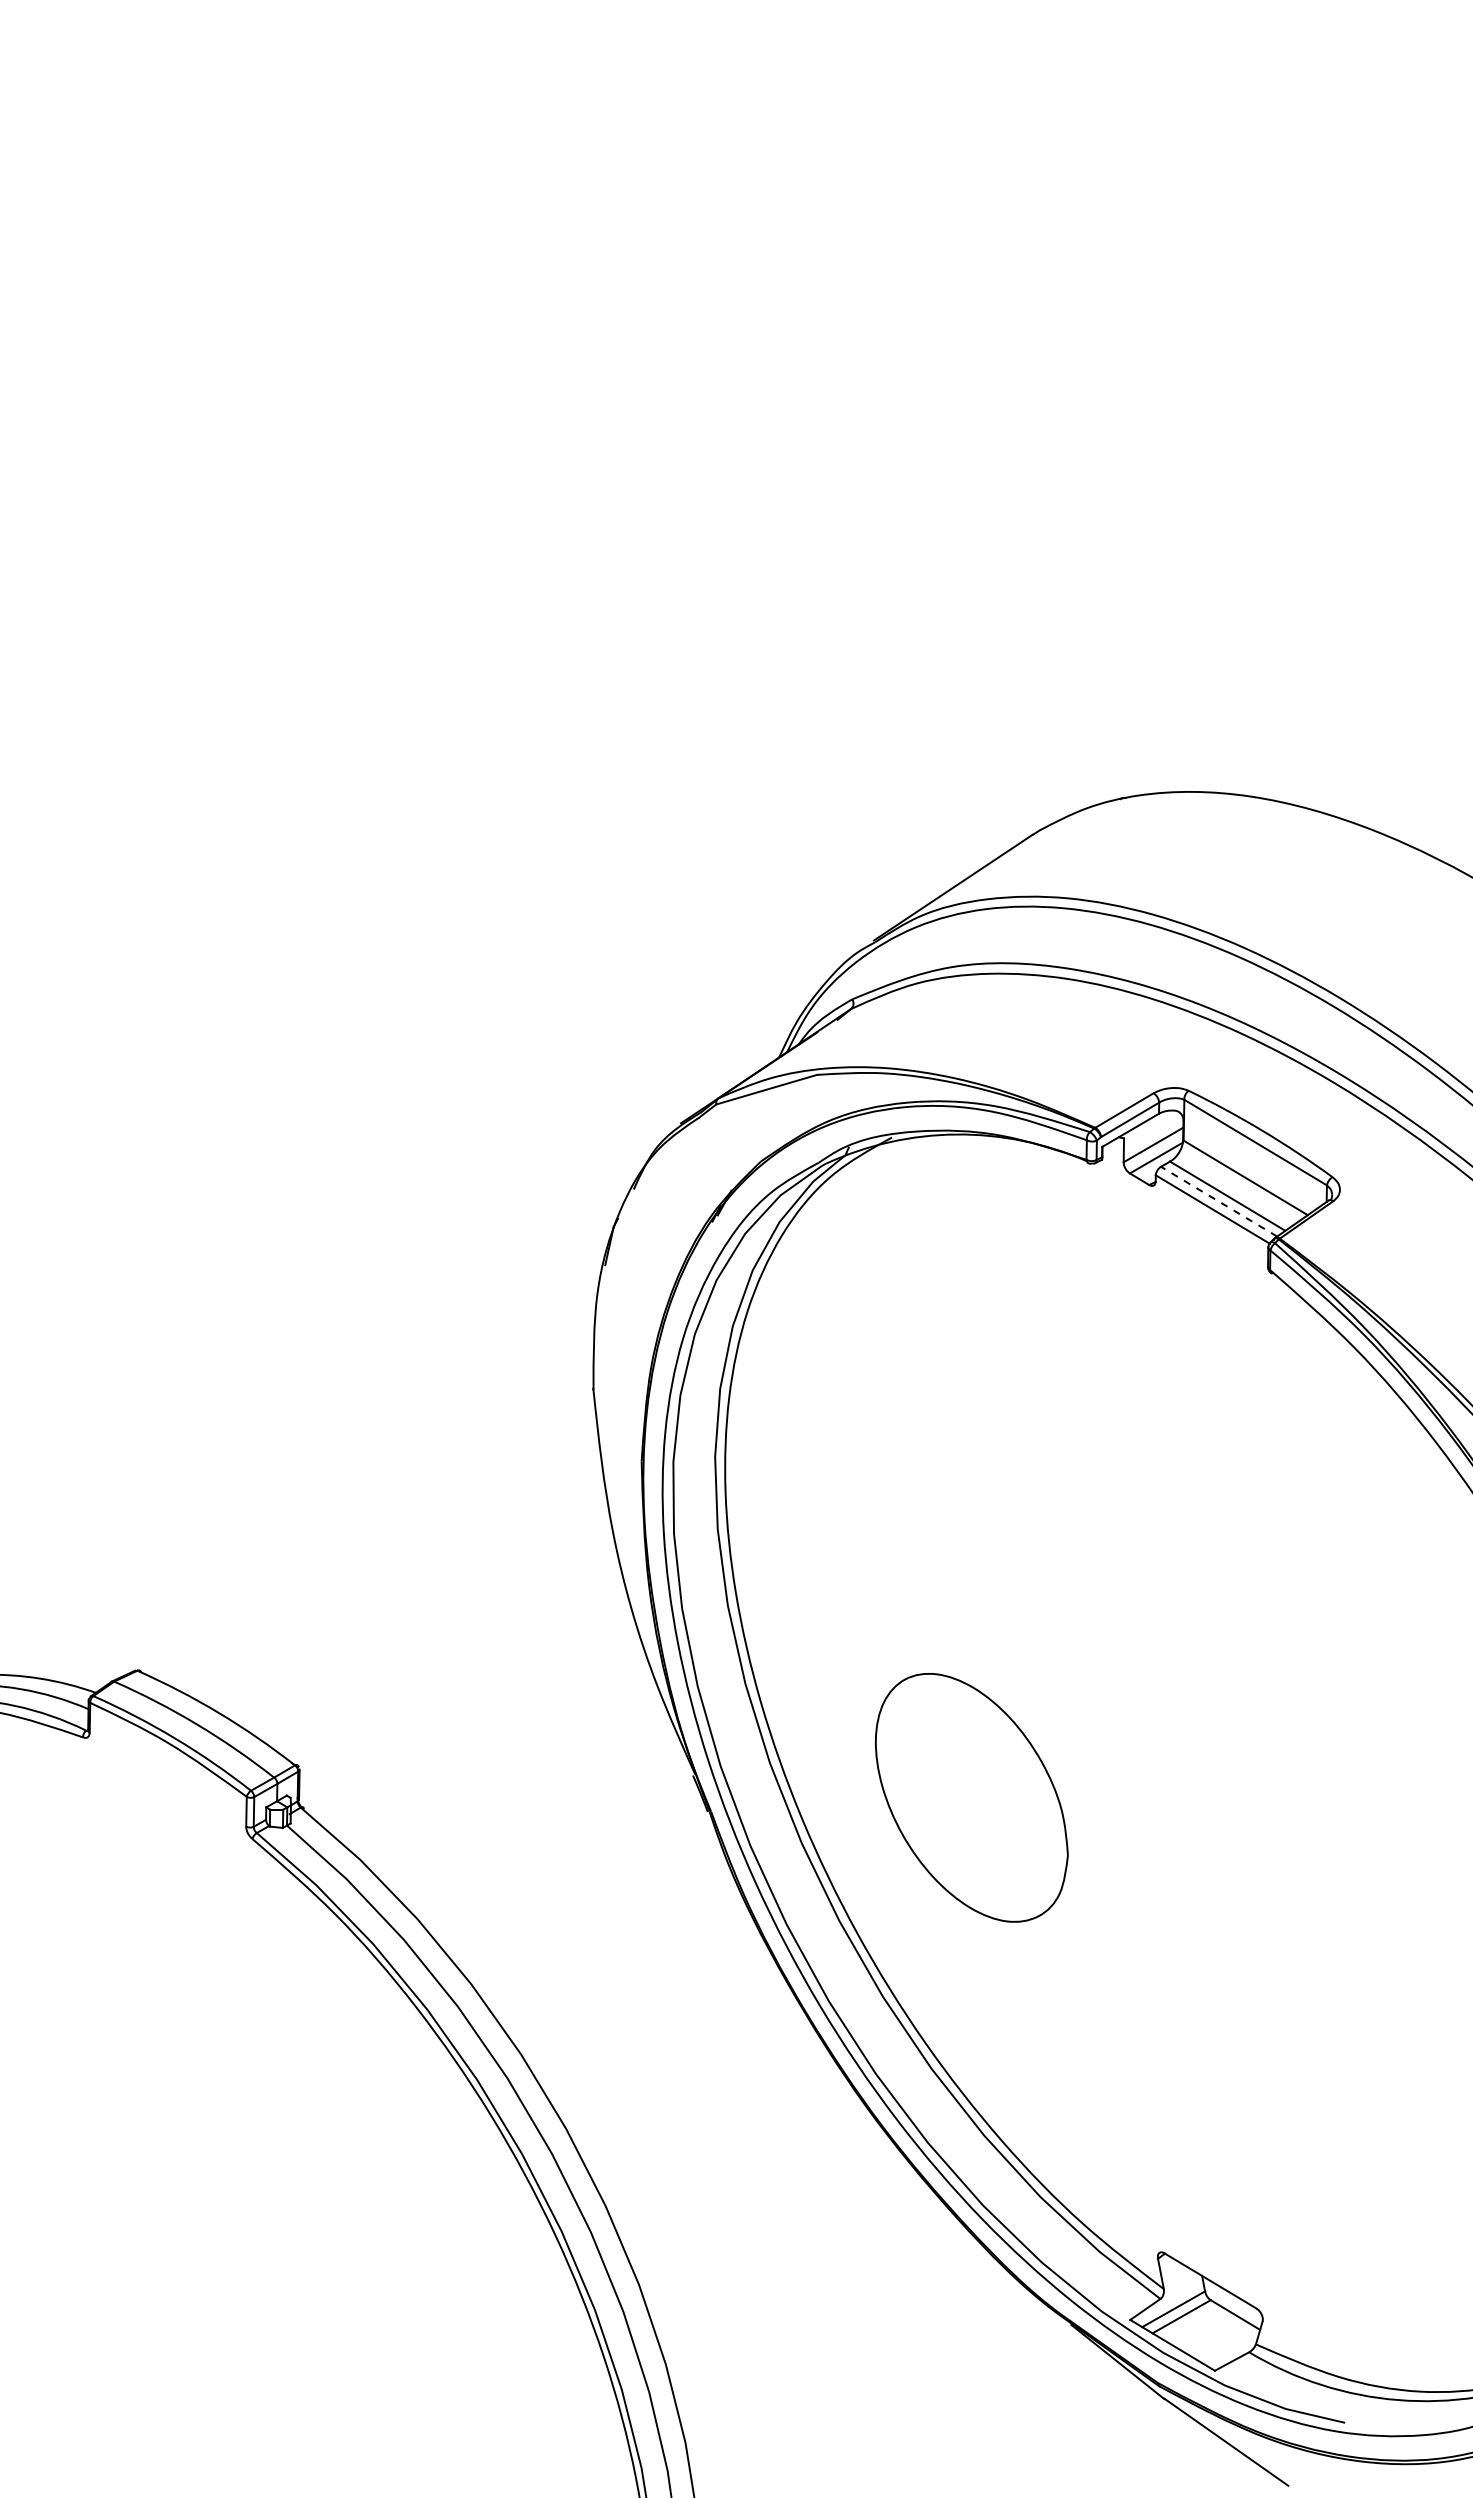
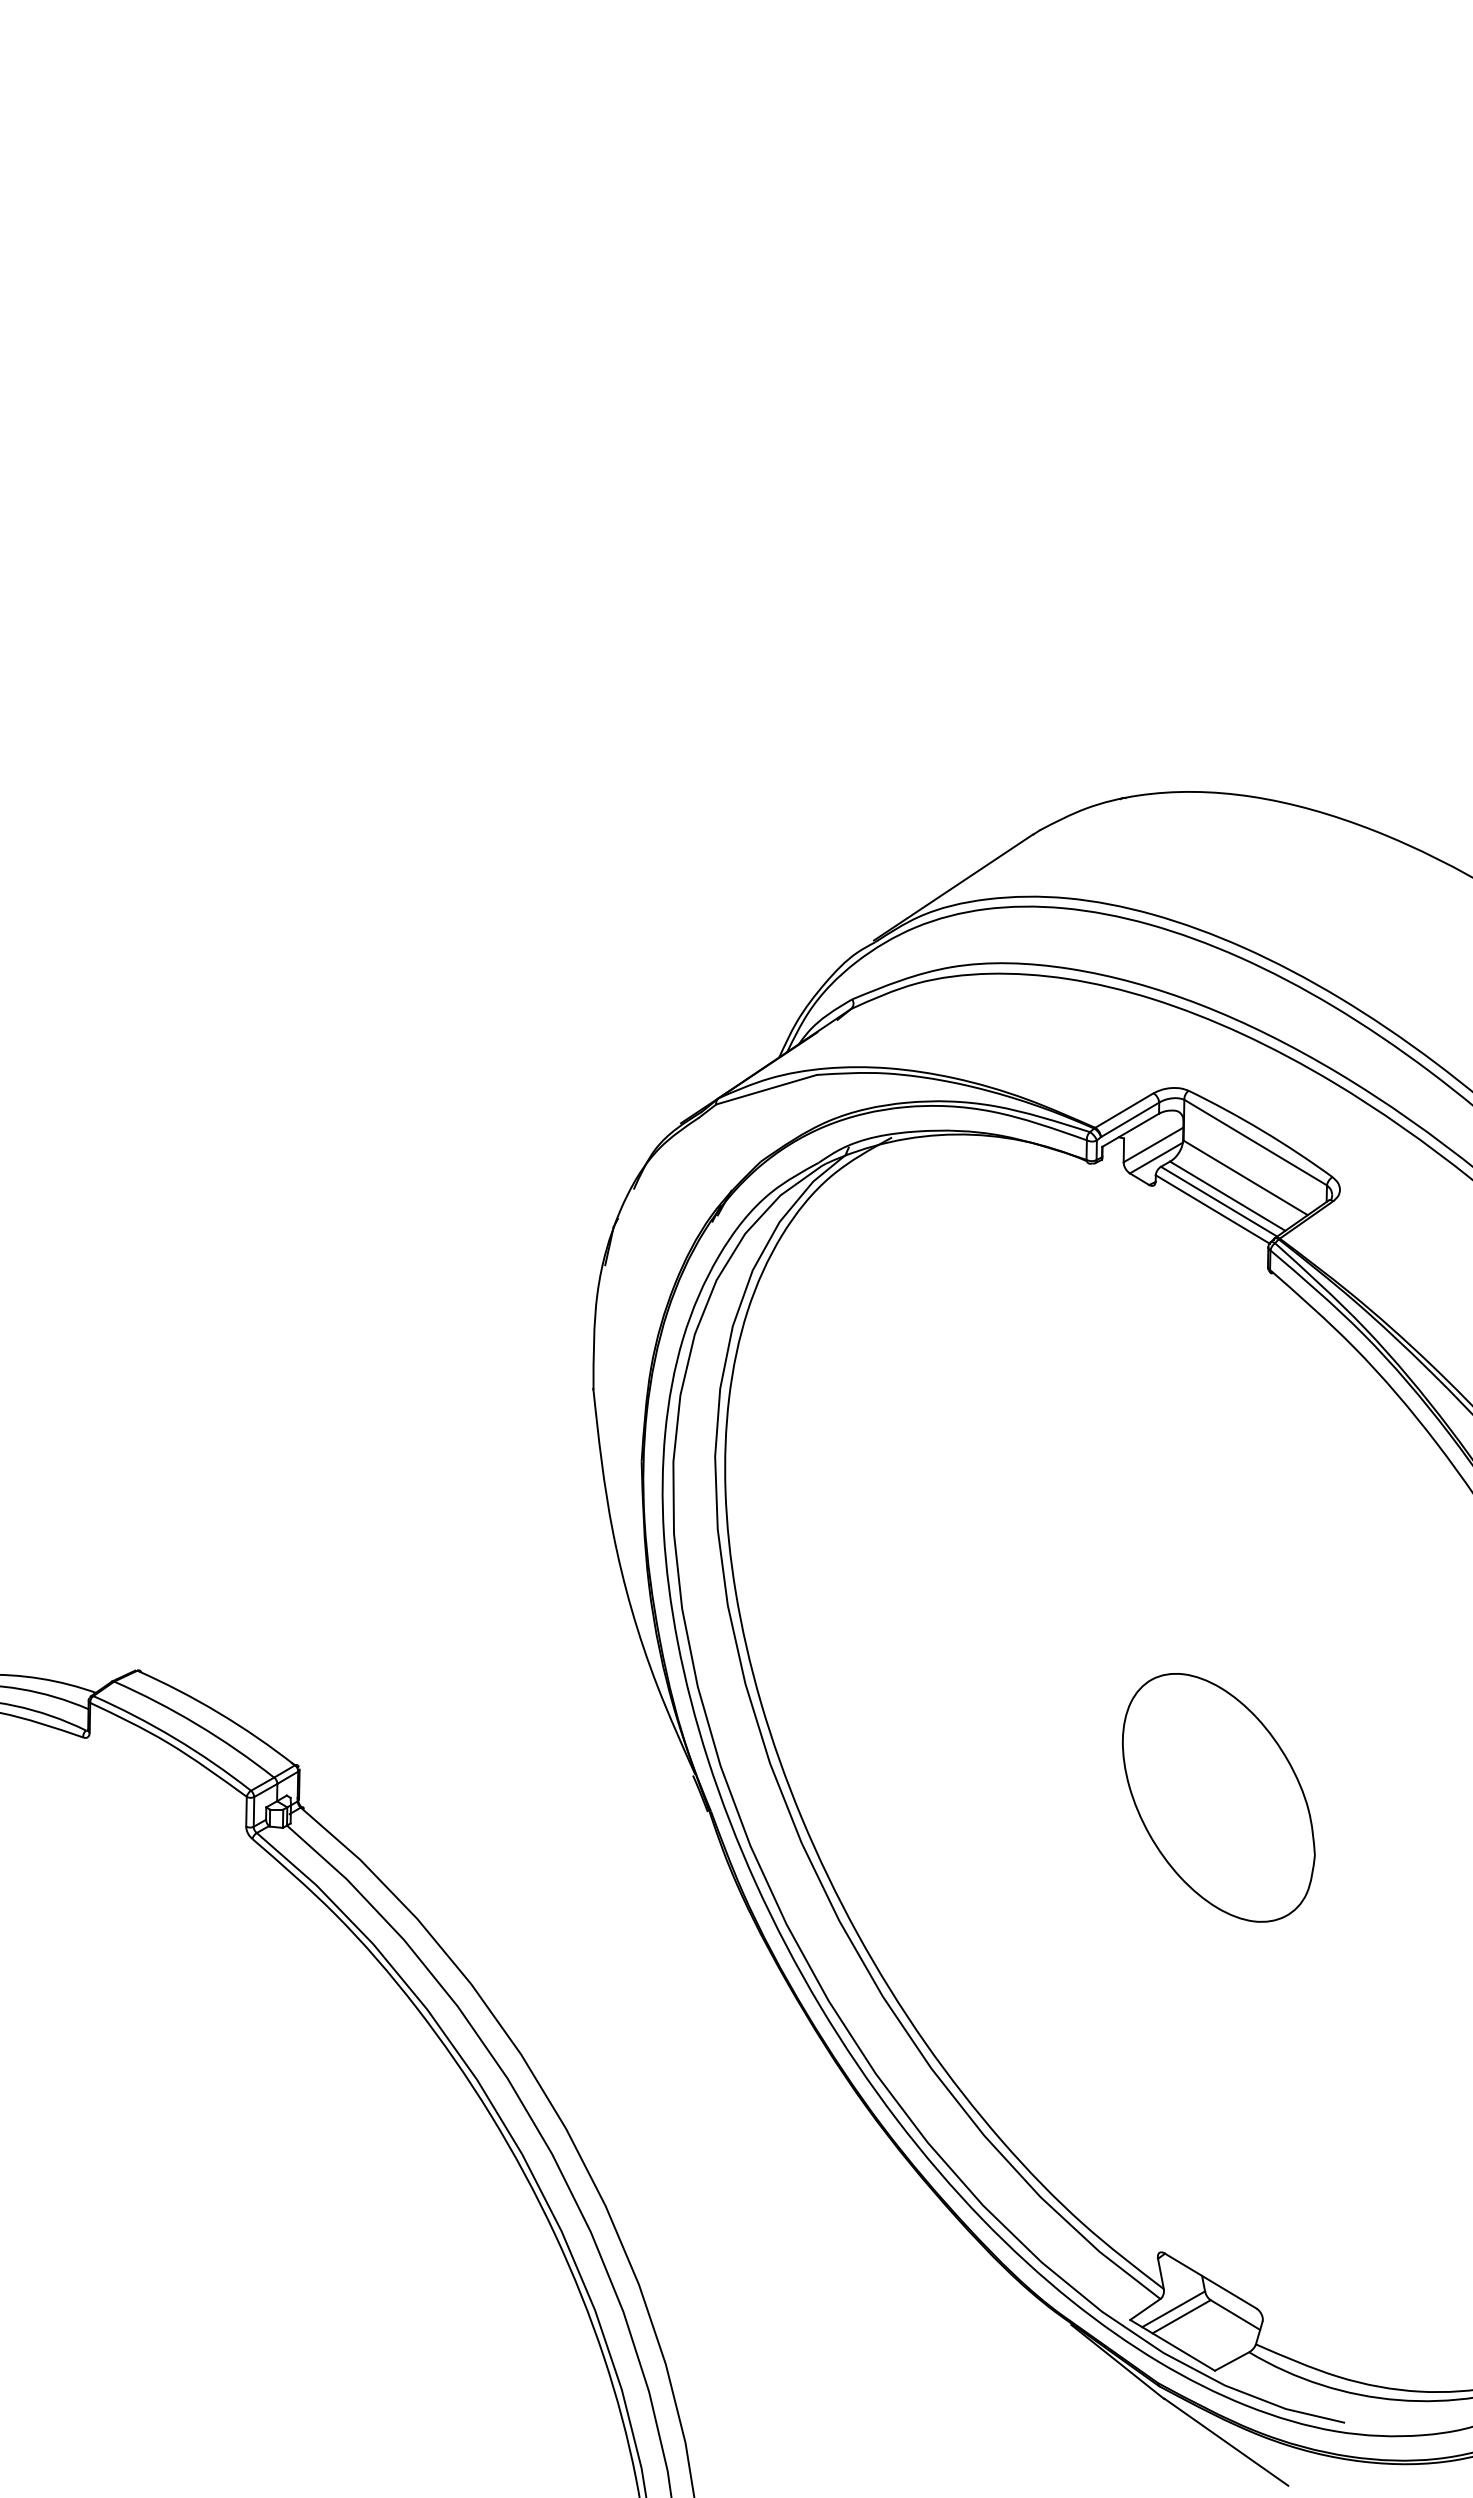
line at (1219, 1201): dashed -> solid
part at (971, 1797) position: (971, 1797) -> (1218, 1797)
